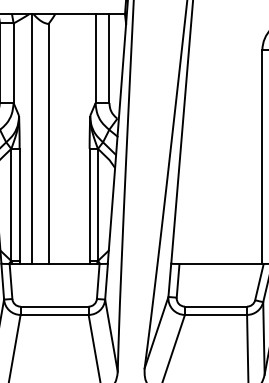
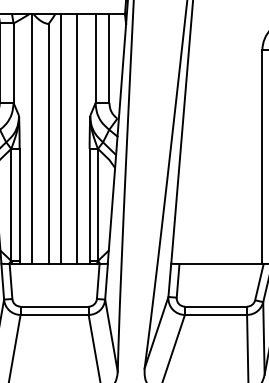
line at (60, 138): none -> present
line at (77, 138): none -> present
